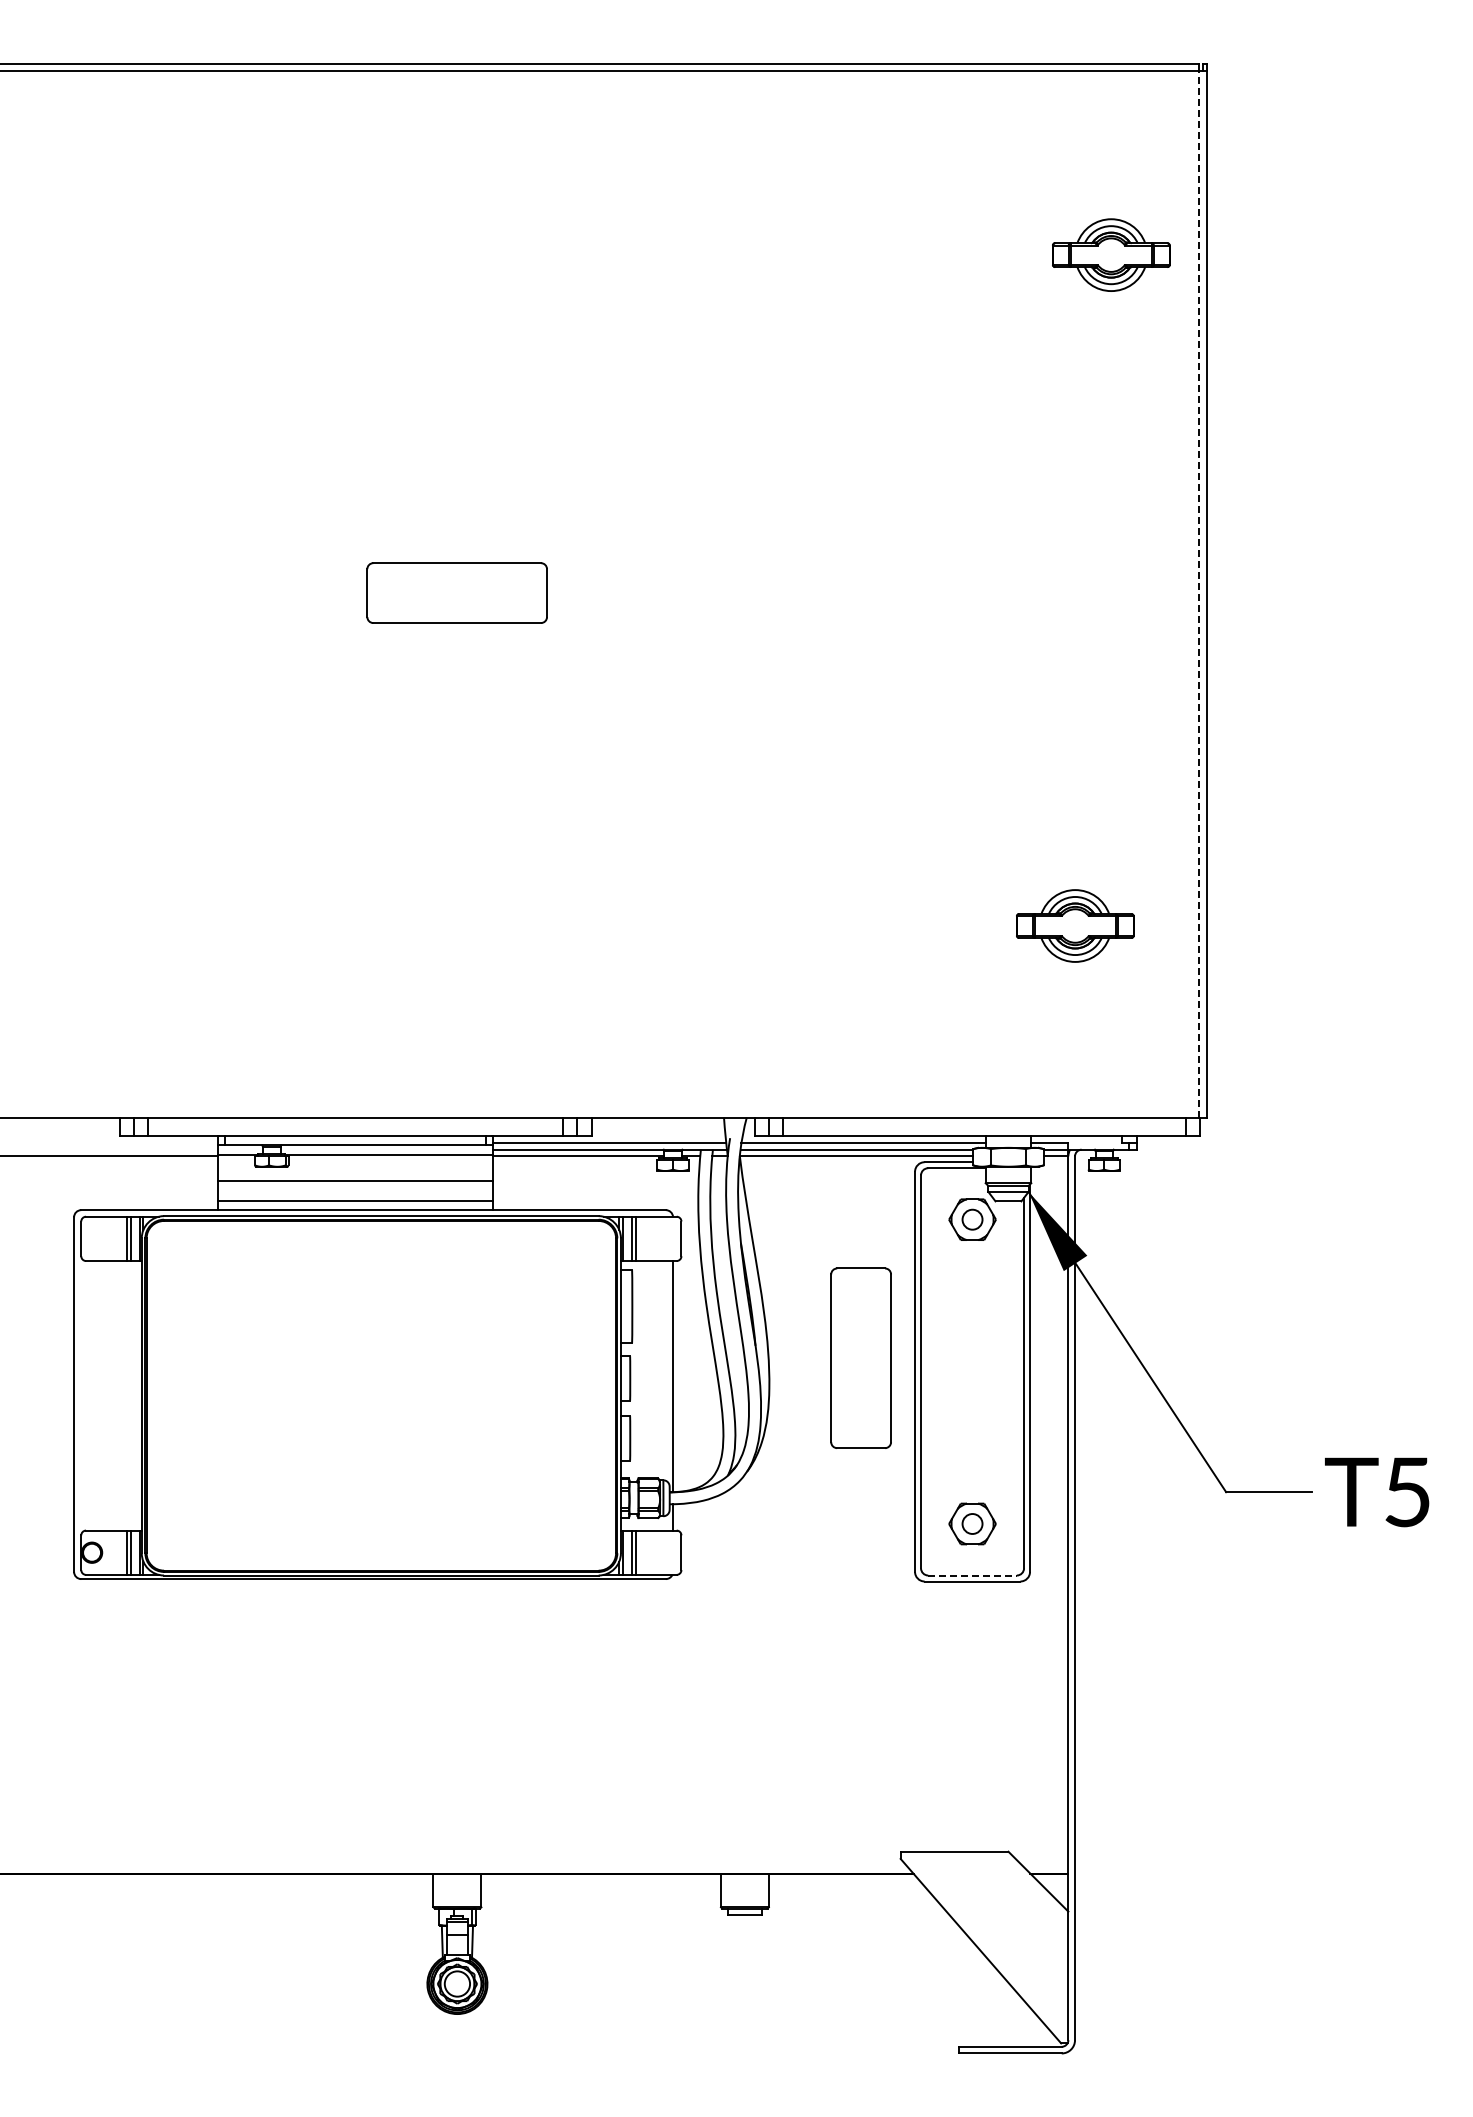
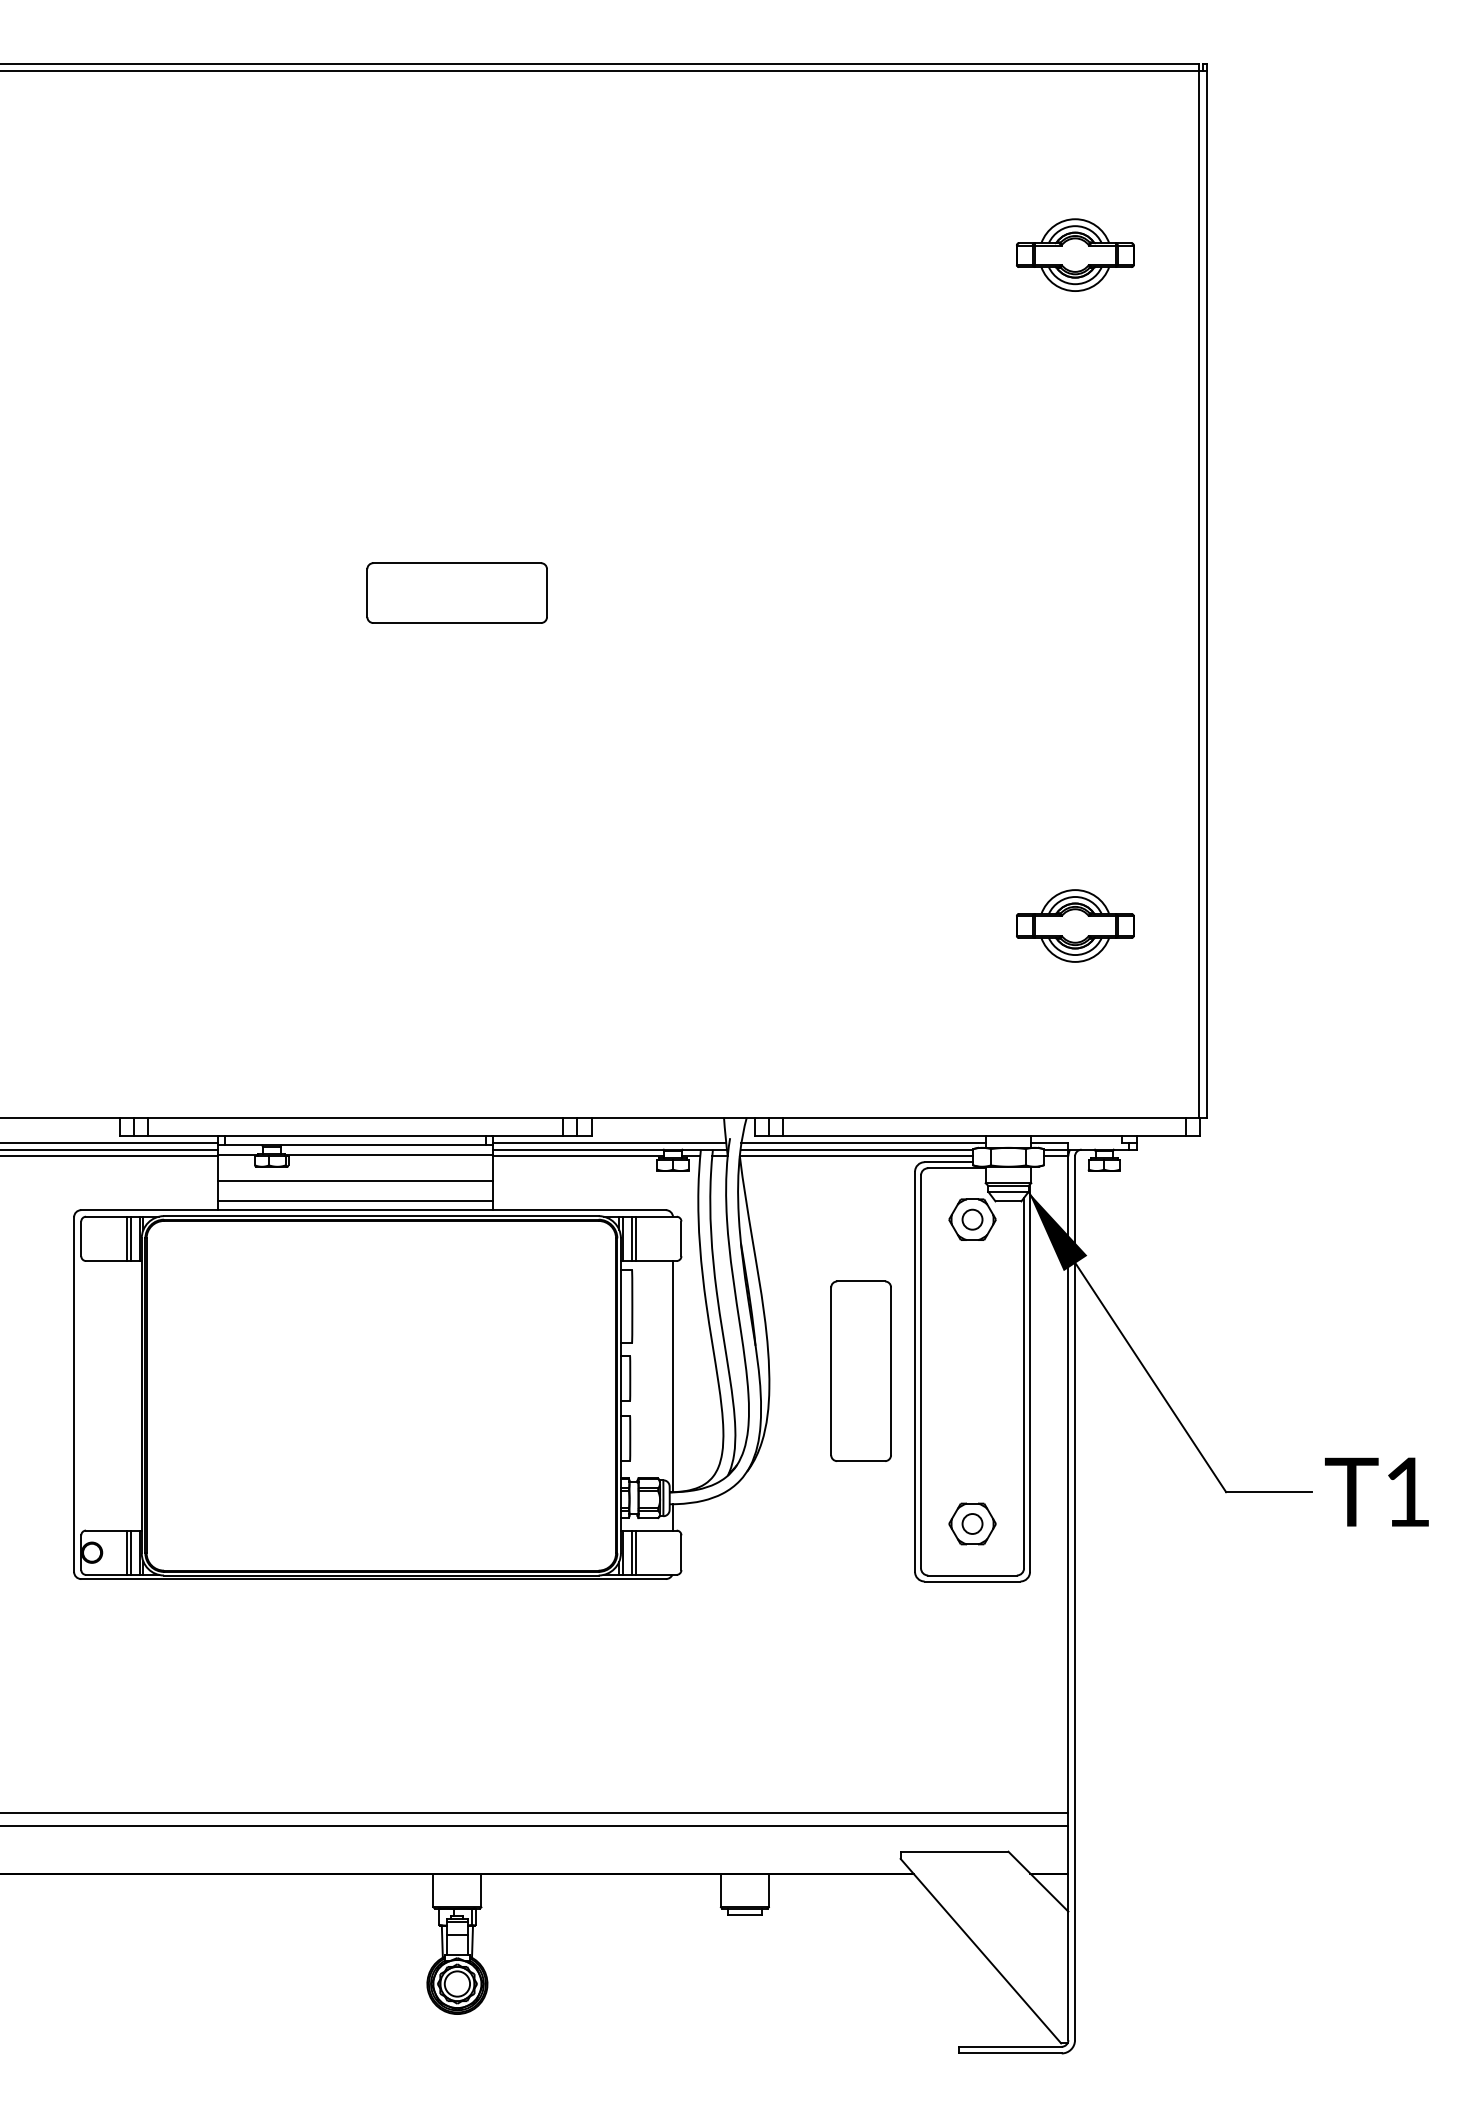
part at (1111, 254) position: (1111, 254) -> (1075, 254)
line at (1199, 593): dashed -> solid
line at (109, 1143): none -> present
line at (109, 1149): none -> present
part at (860, 1357) position: (860, 1357) -> (860, 1370)
text at (1407, 1492): T5 -> T1
line at (973, 1575): dashed -> solid
line at (535, 1812): none -> present
line at (535, 1825): none -> present
